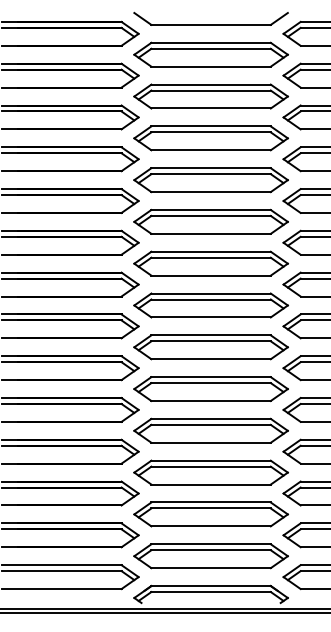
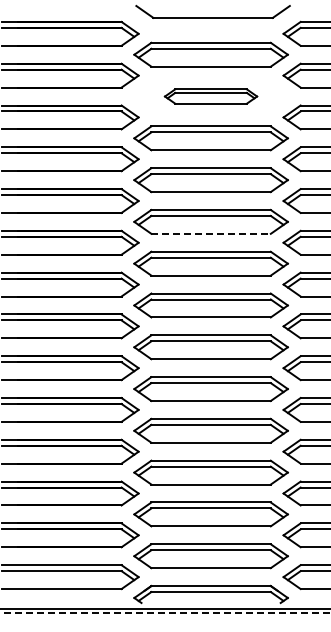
part at (210, 18) position: (210, 18) -> (212, 11)
part at (210, 96) size: 156x27 px -> 96x17 px
line at (211, 233): solid -> dashed
line at (165, 613): solid -> dashed
